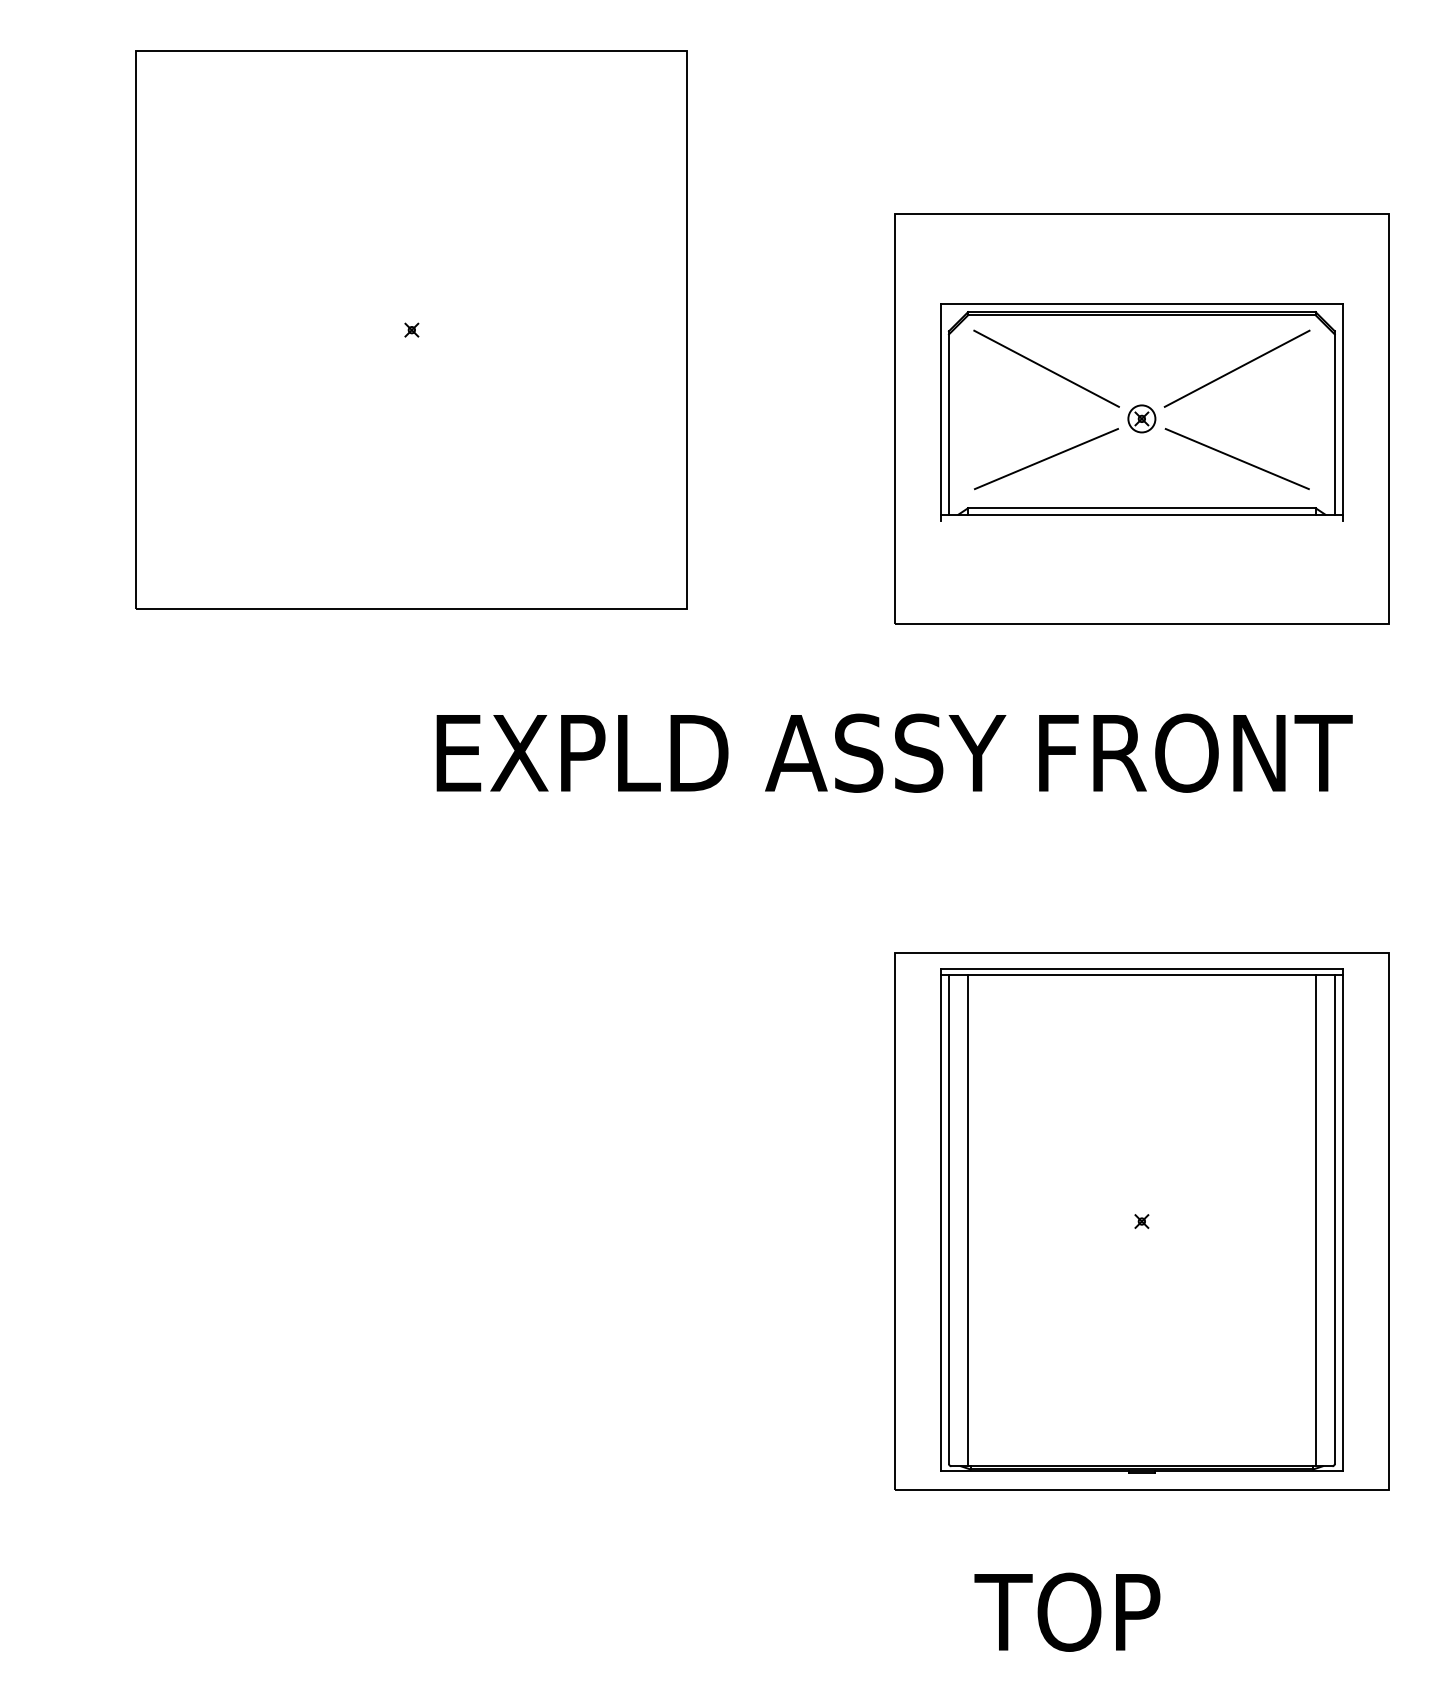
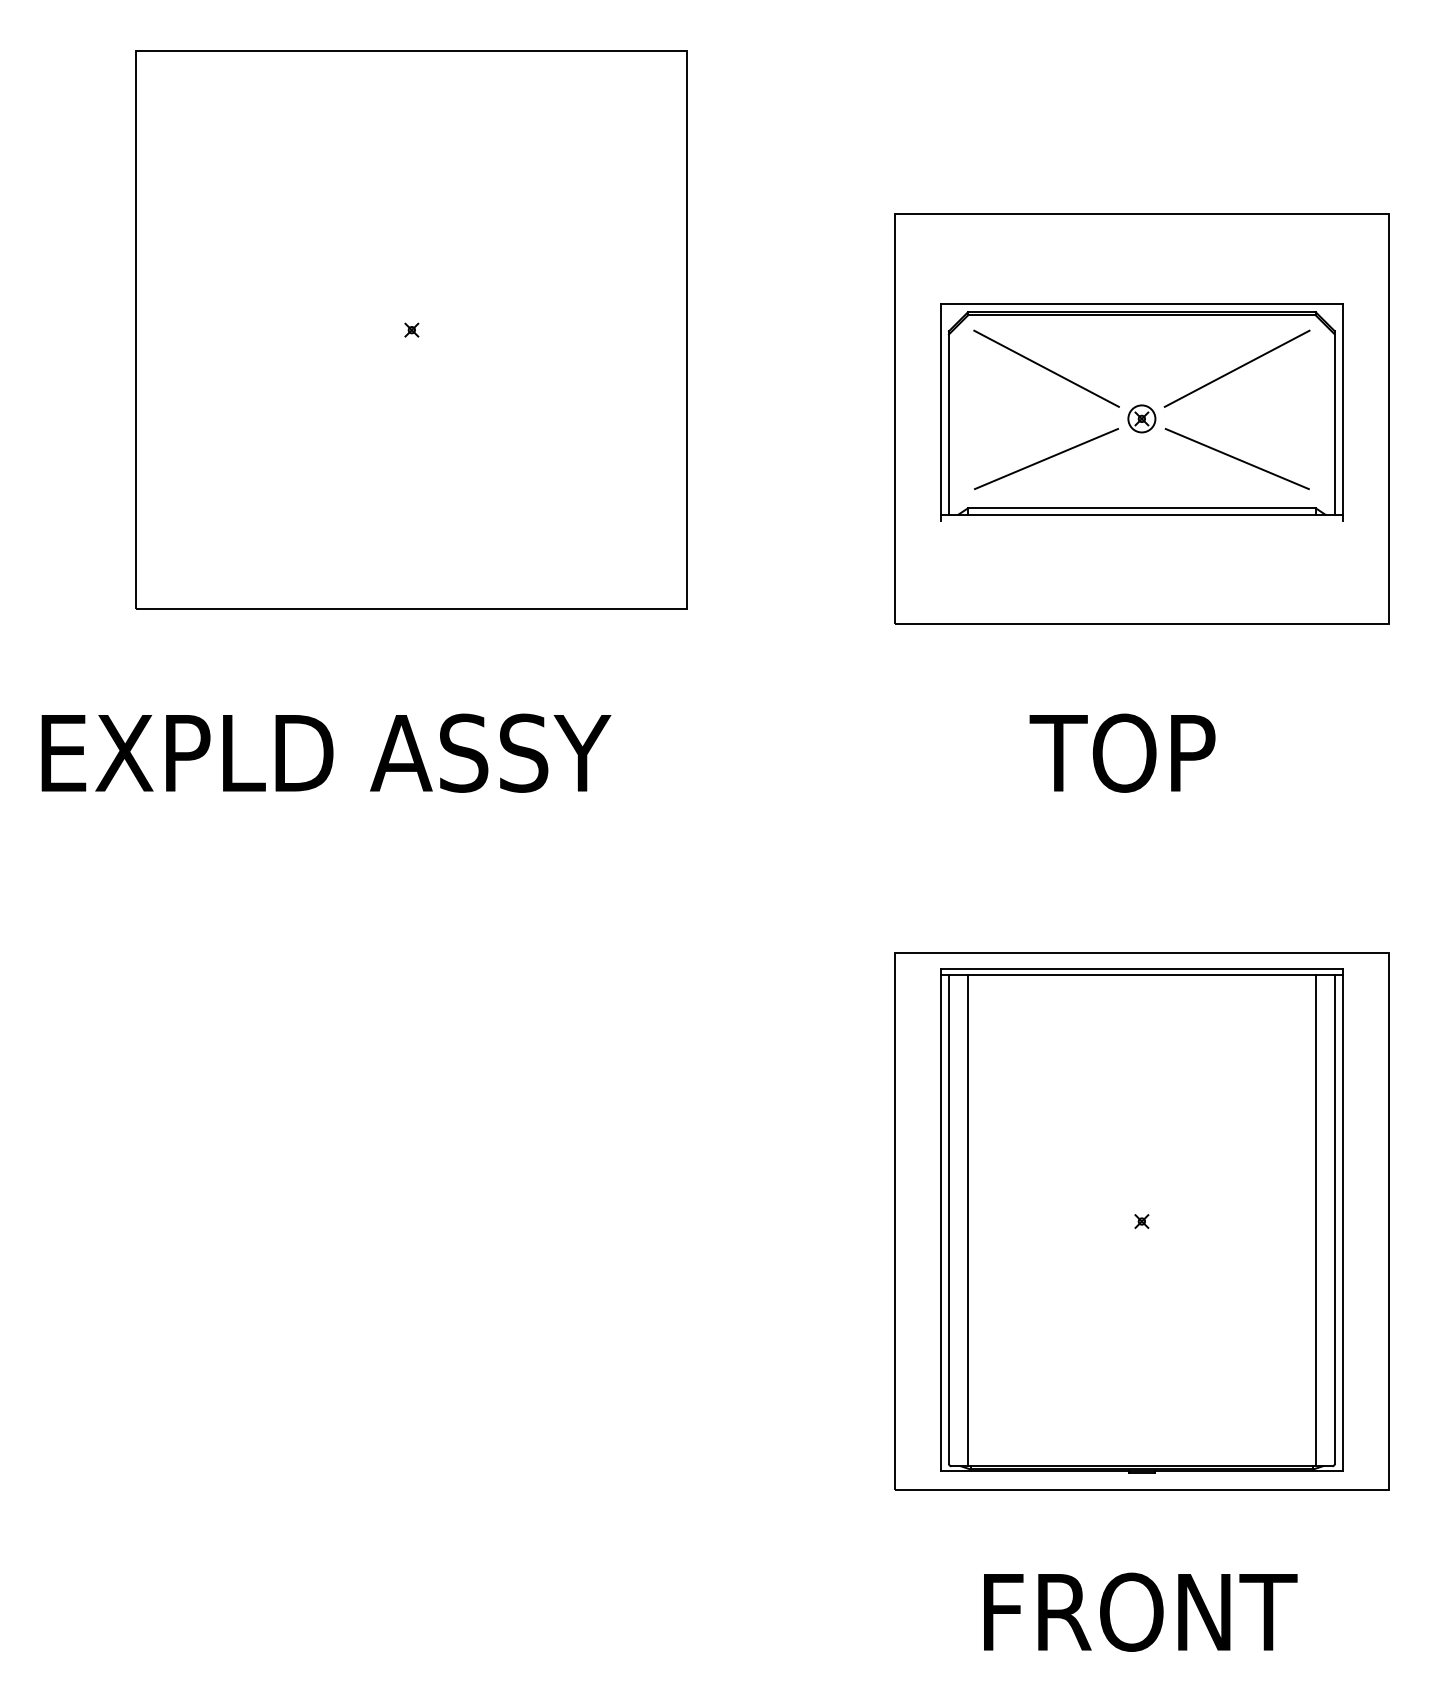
text at (721, 752) position: (721, 752) -> (326, 752)
text at (1190, 752): FRONT -> TOP
text at (1135, 1611): TOP -> FRONT
